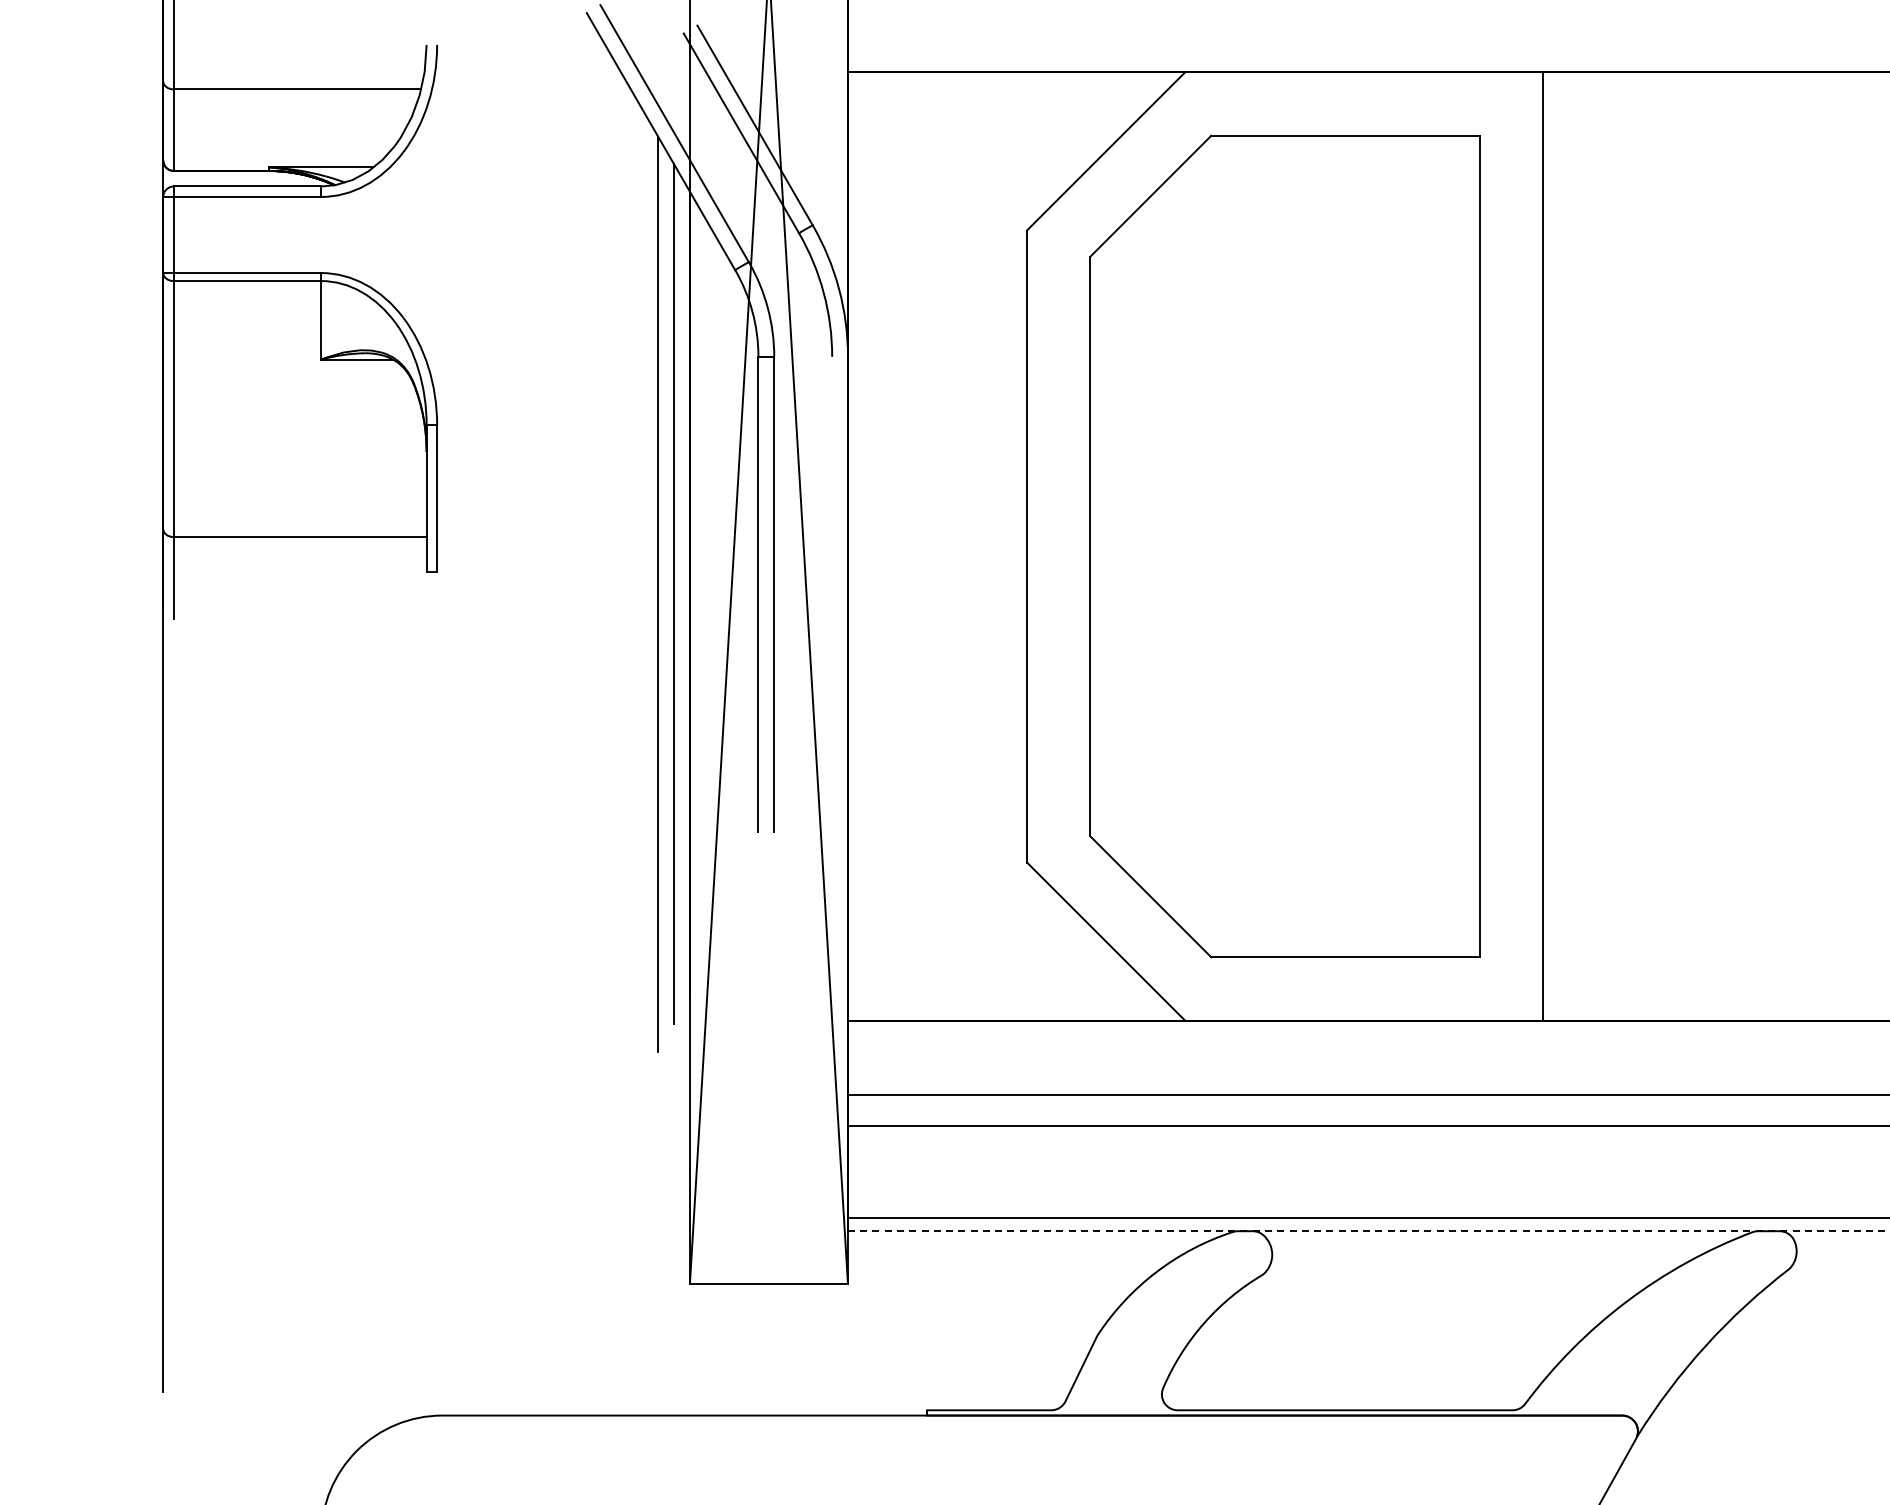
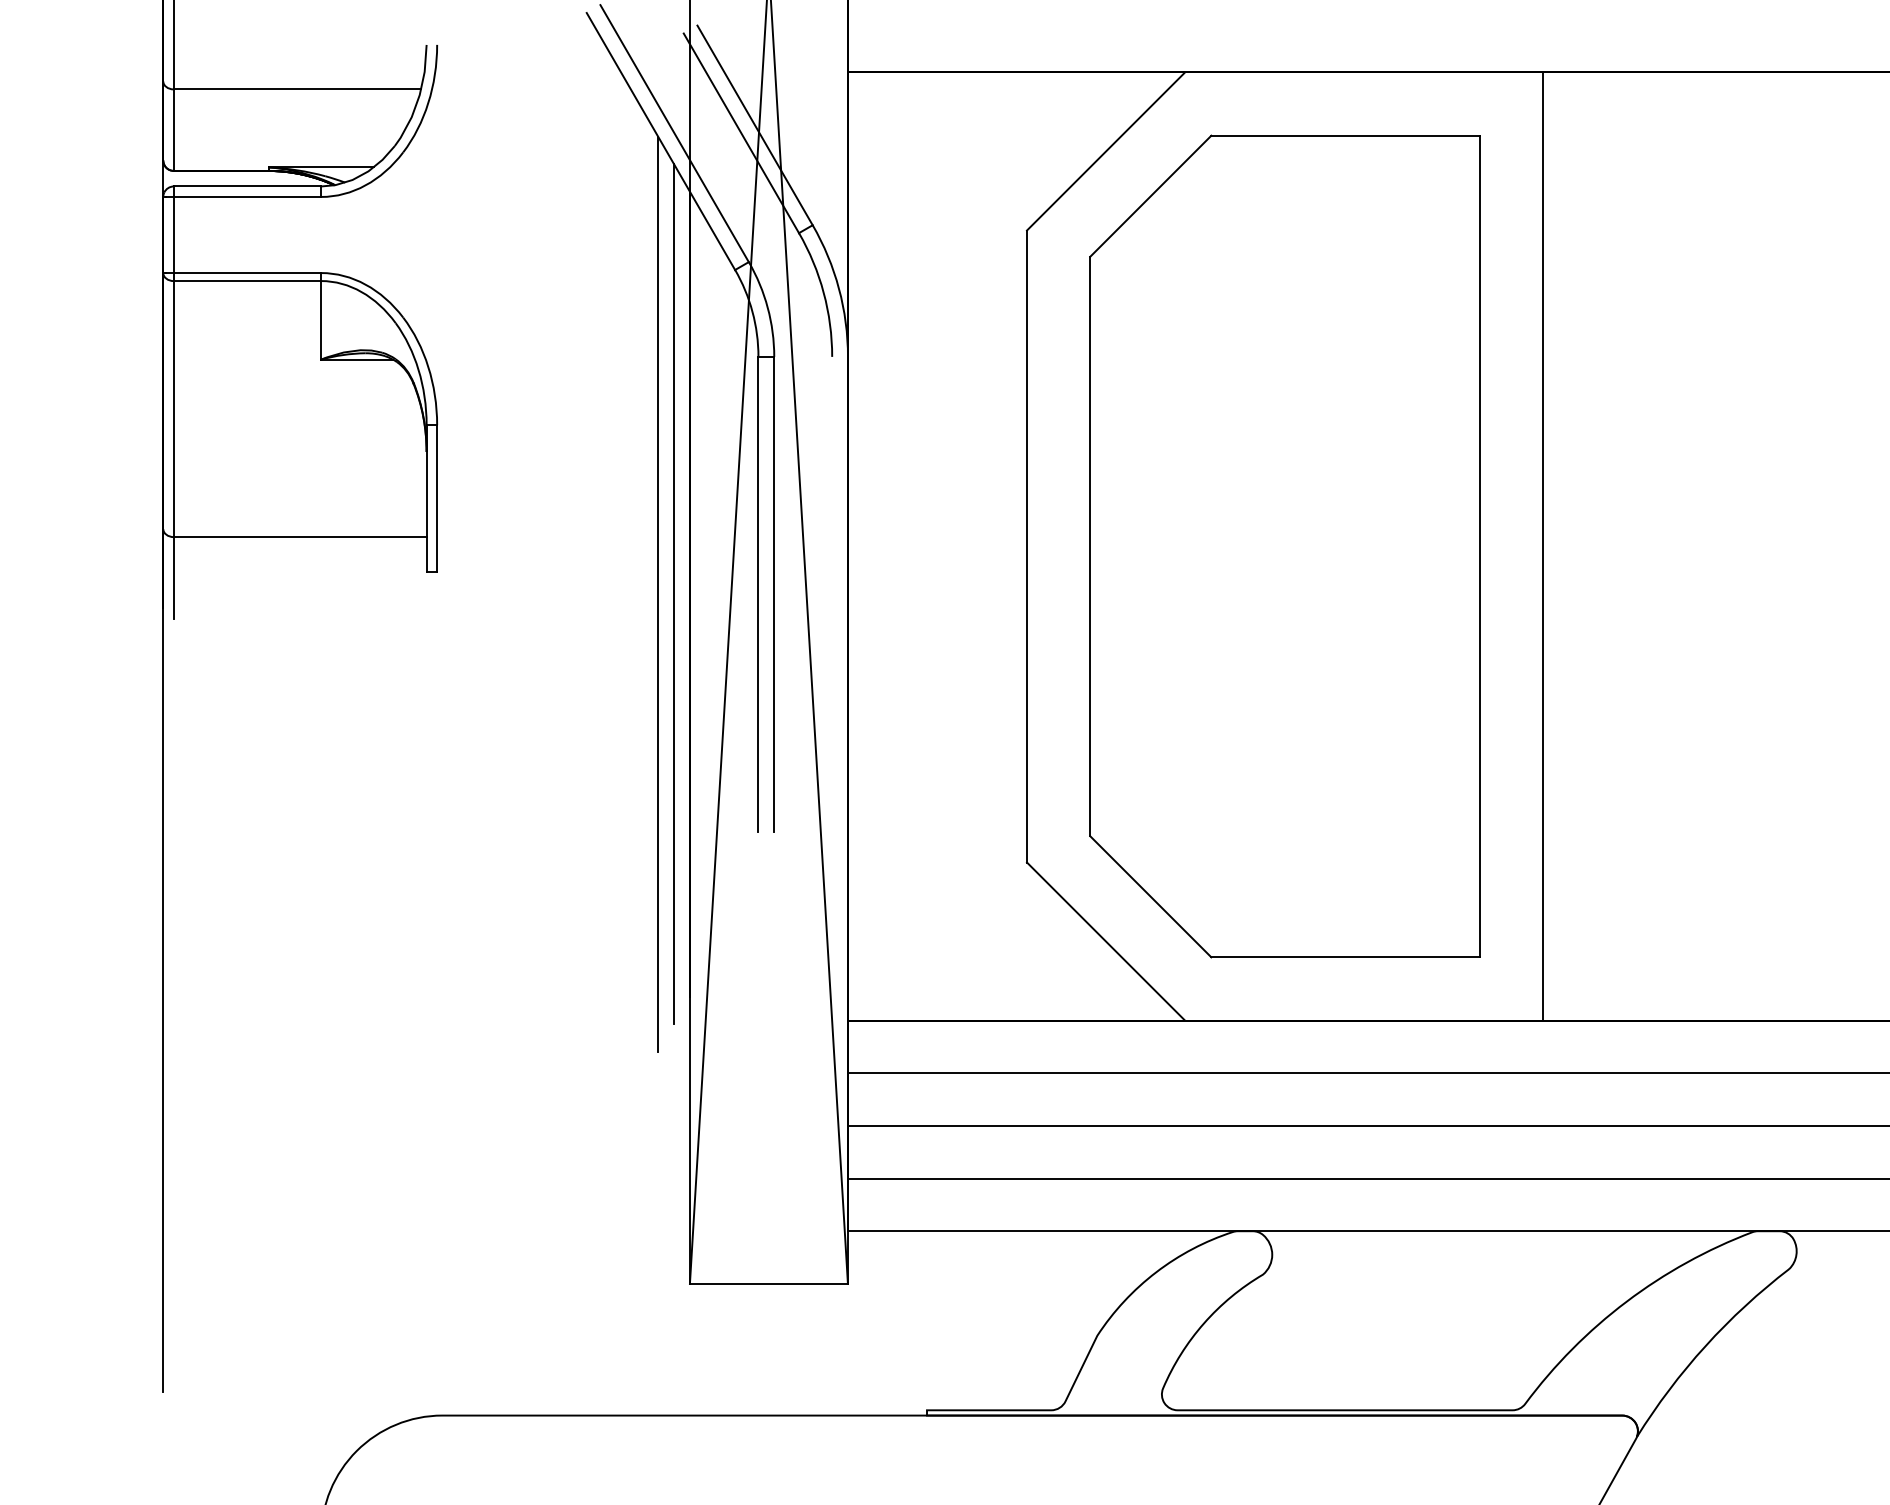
line at (1366, 1095) position: (1366, 1095) -> (1366, 1073)
line at (1366, 1217) position: (1366, 1217) -> (1366, 1178)
line at (1368, 1231): dashed -> solid
